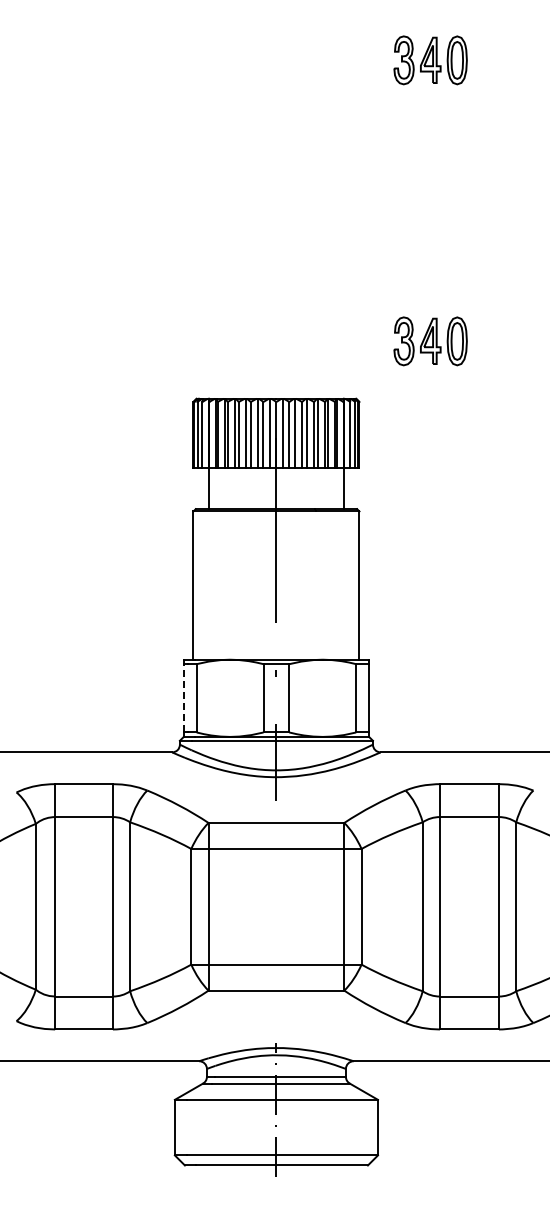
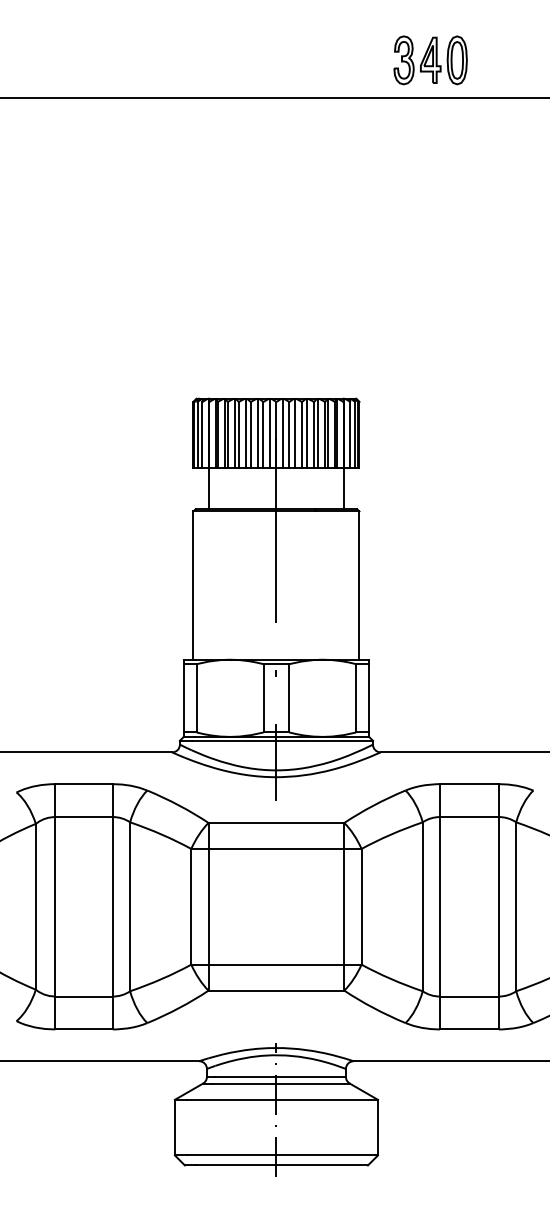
line at (274, 98): none -> present
part at (430, 341): present -> none
line at (183, 697): dashed -> solid
